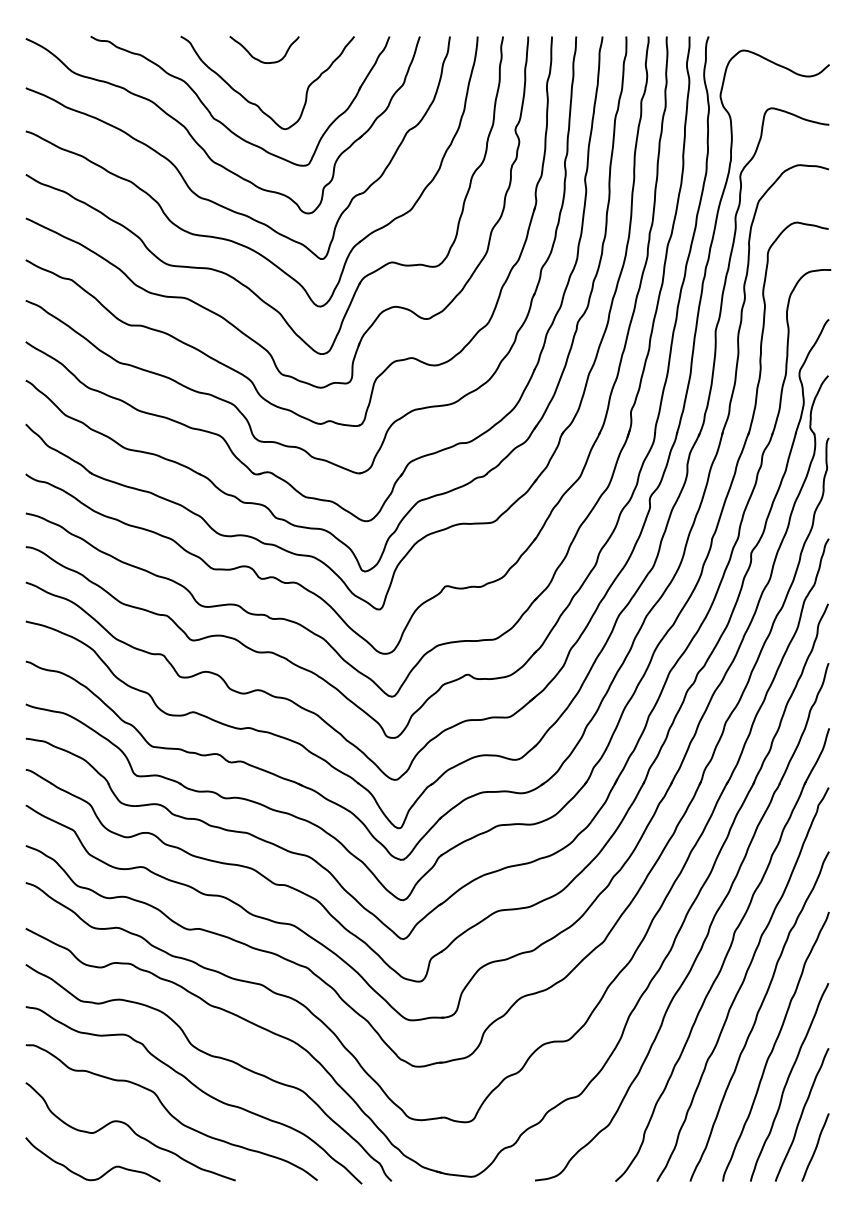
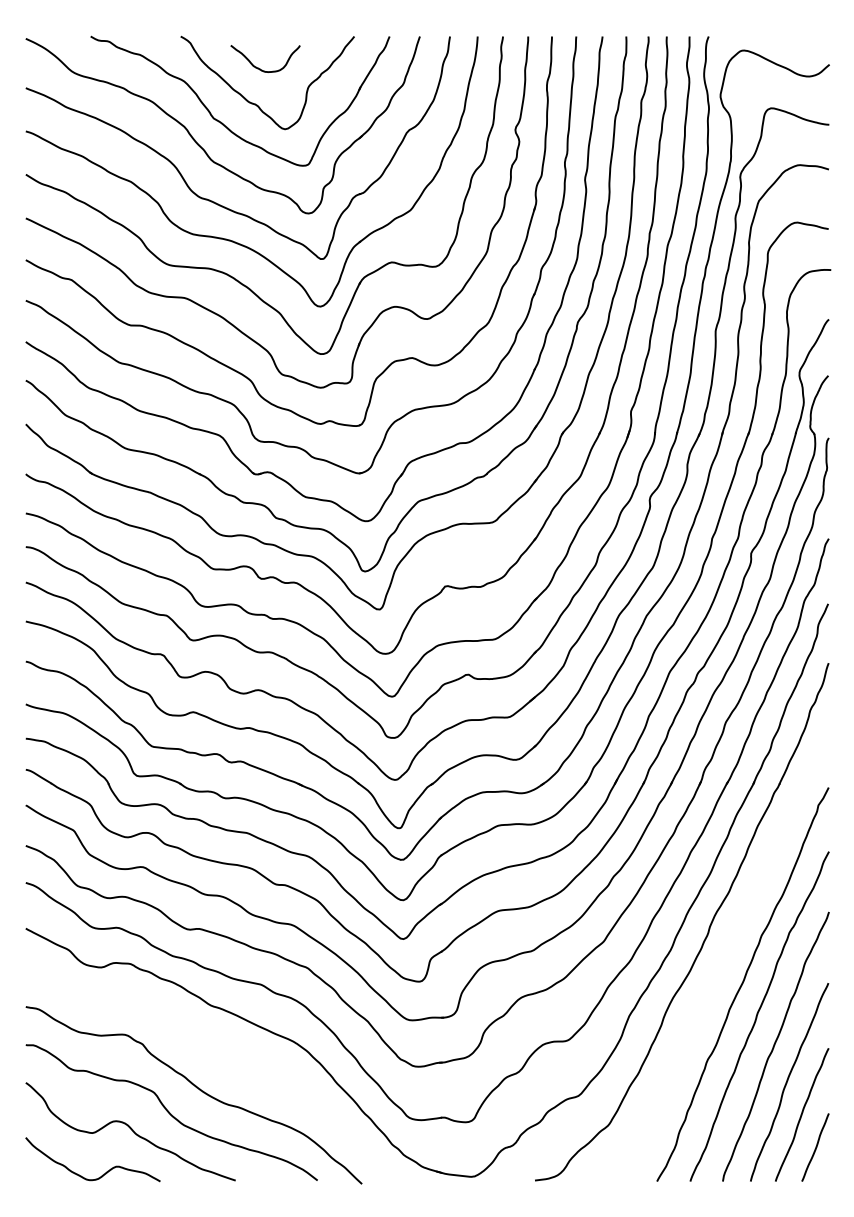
curve at (259, 59) position: (259, 59) -> (260, 68)
part at (722, 954): present -> none
curve at (212, 1057): present -> none
